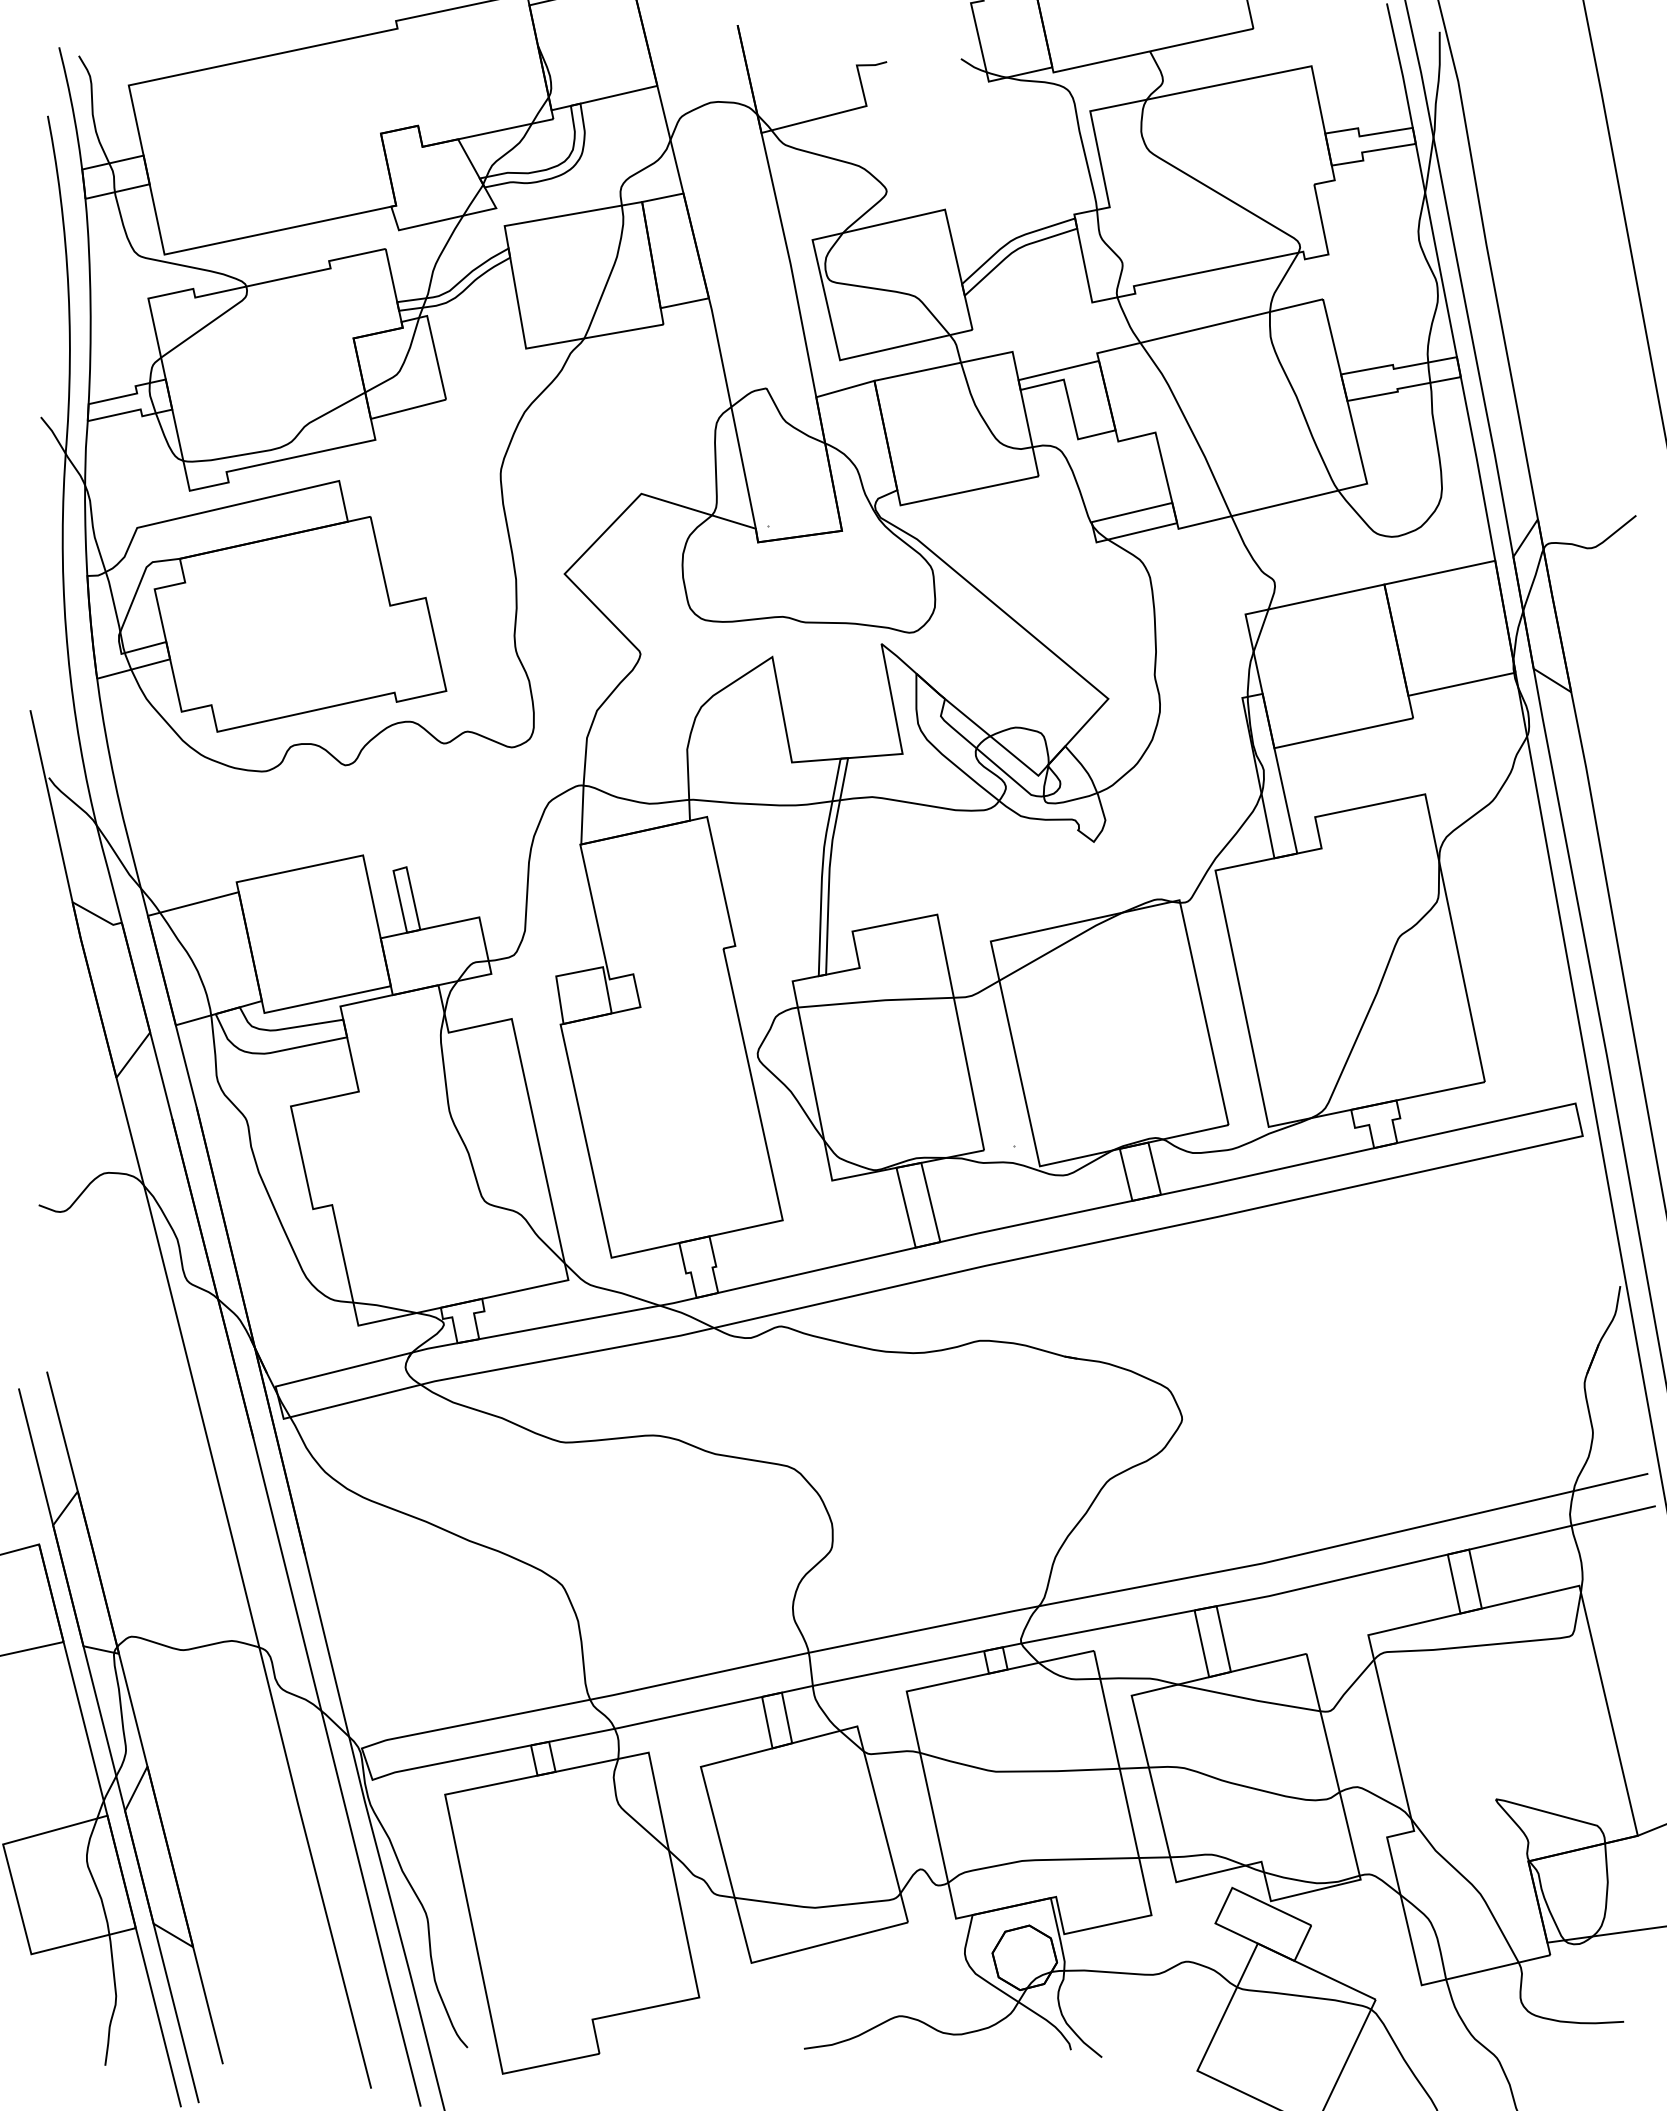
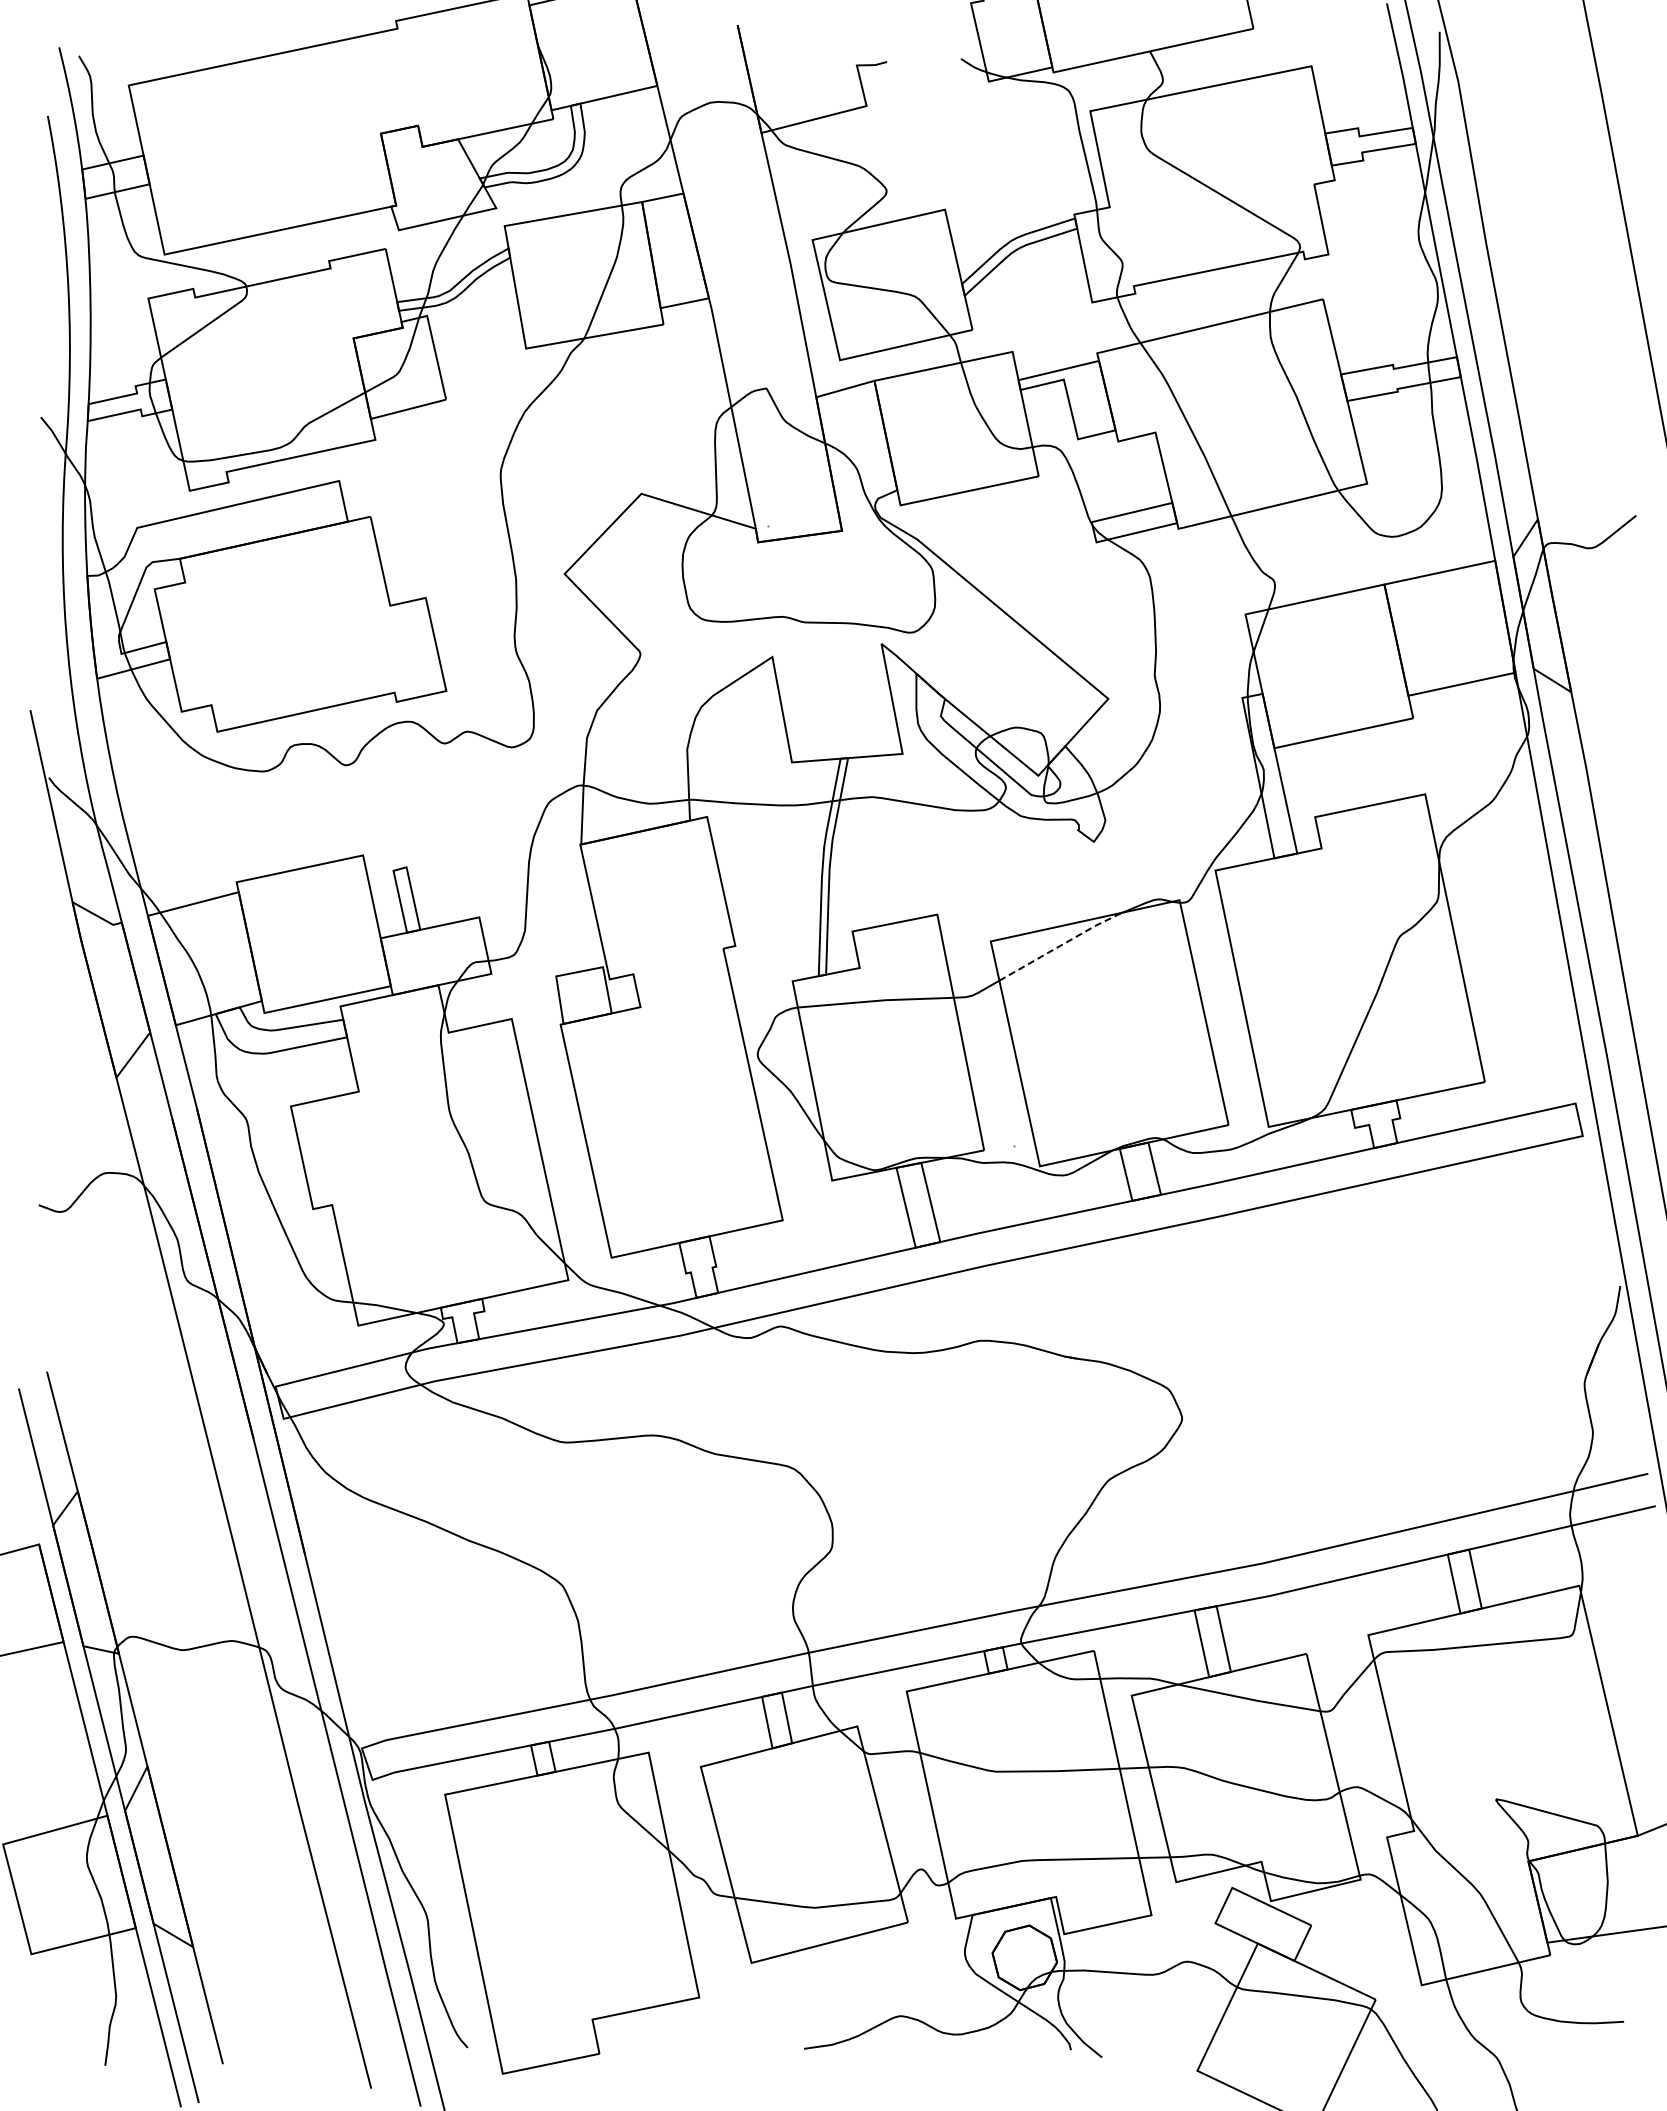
line at (1061, 945): solid -> dashed
